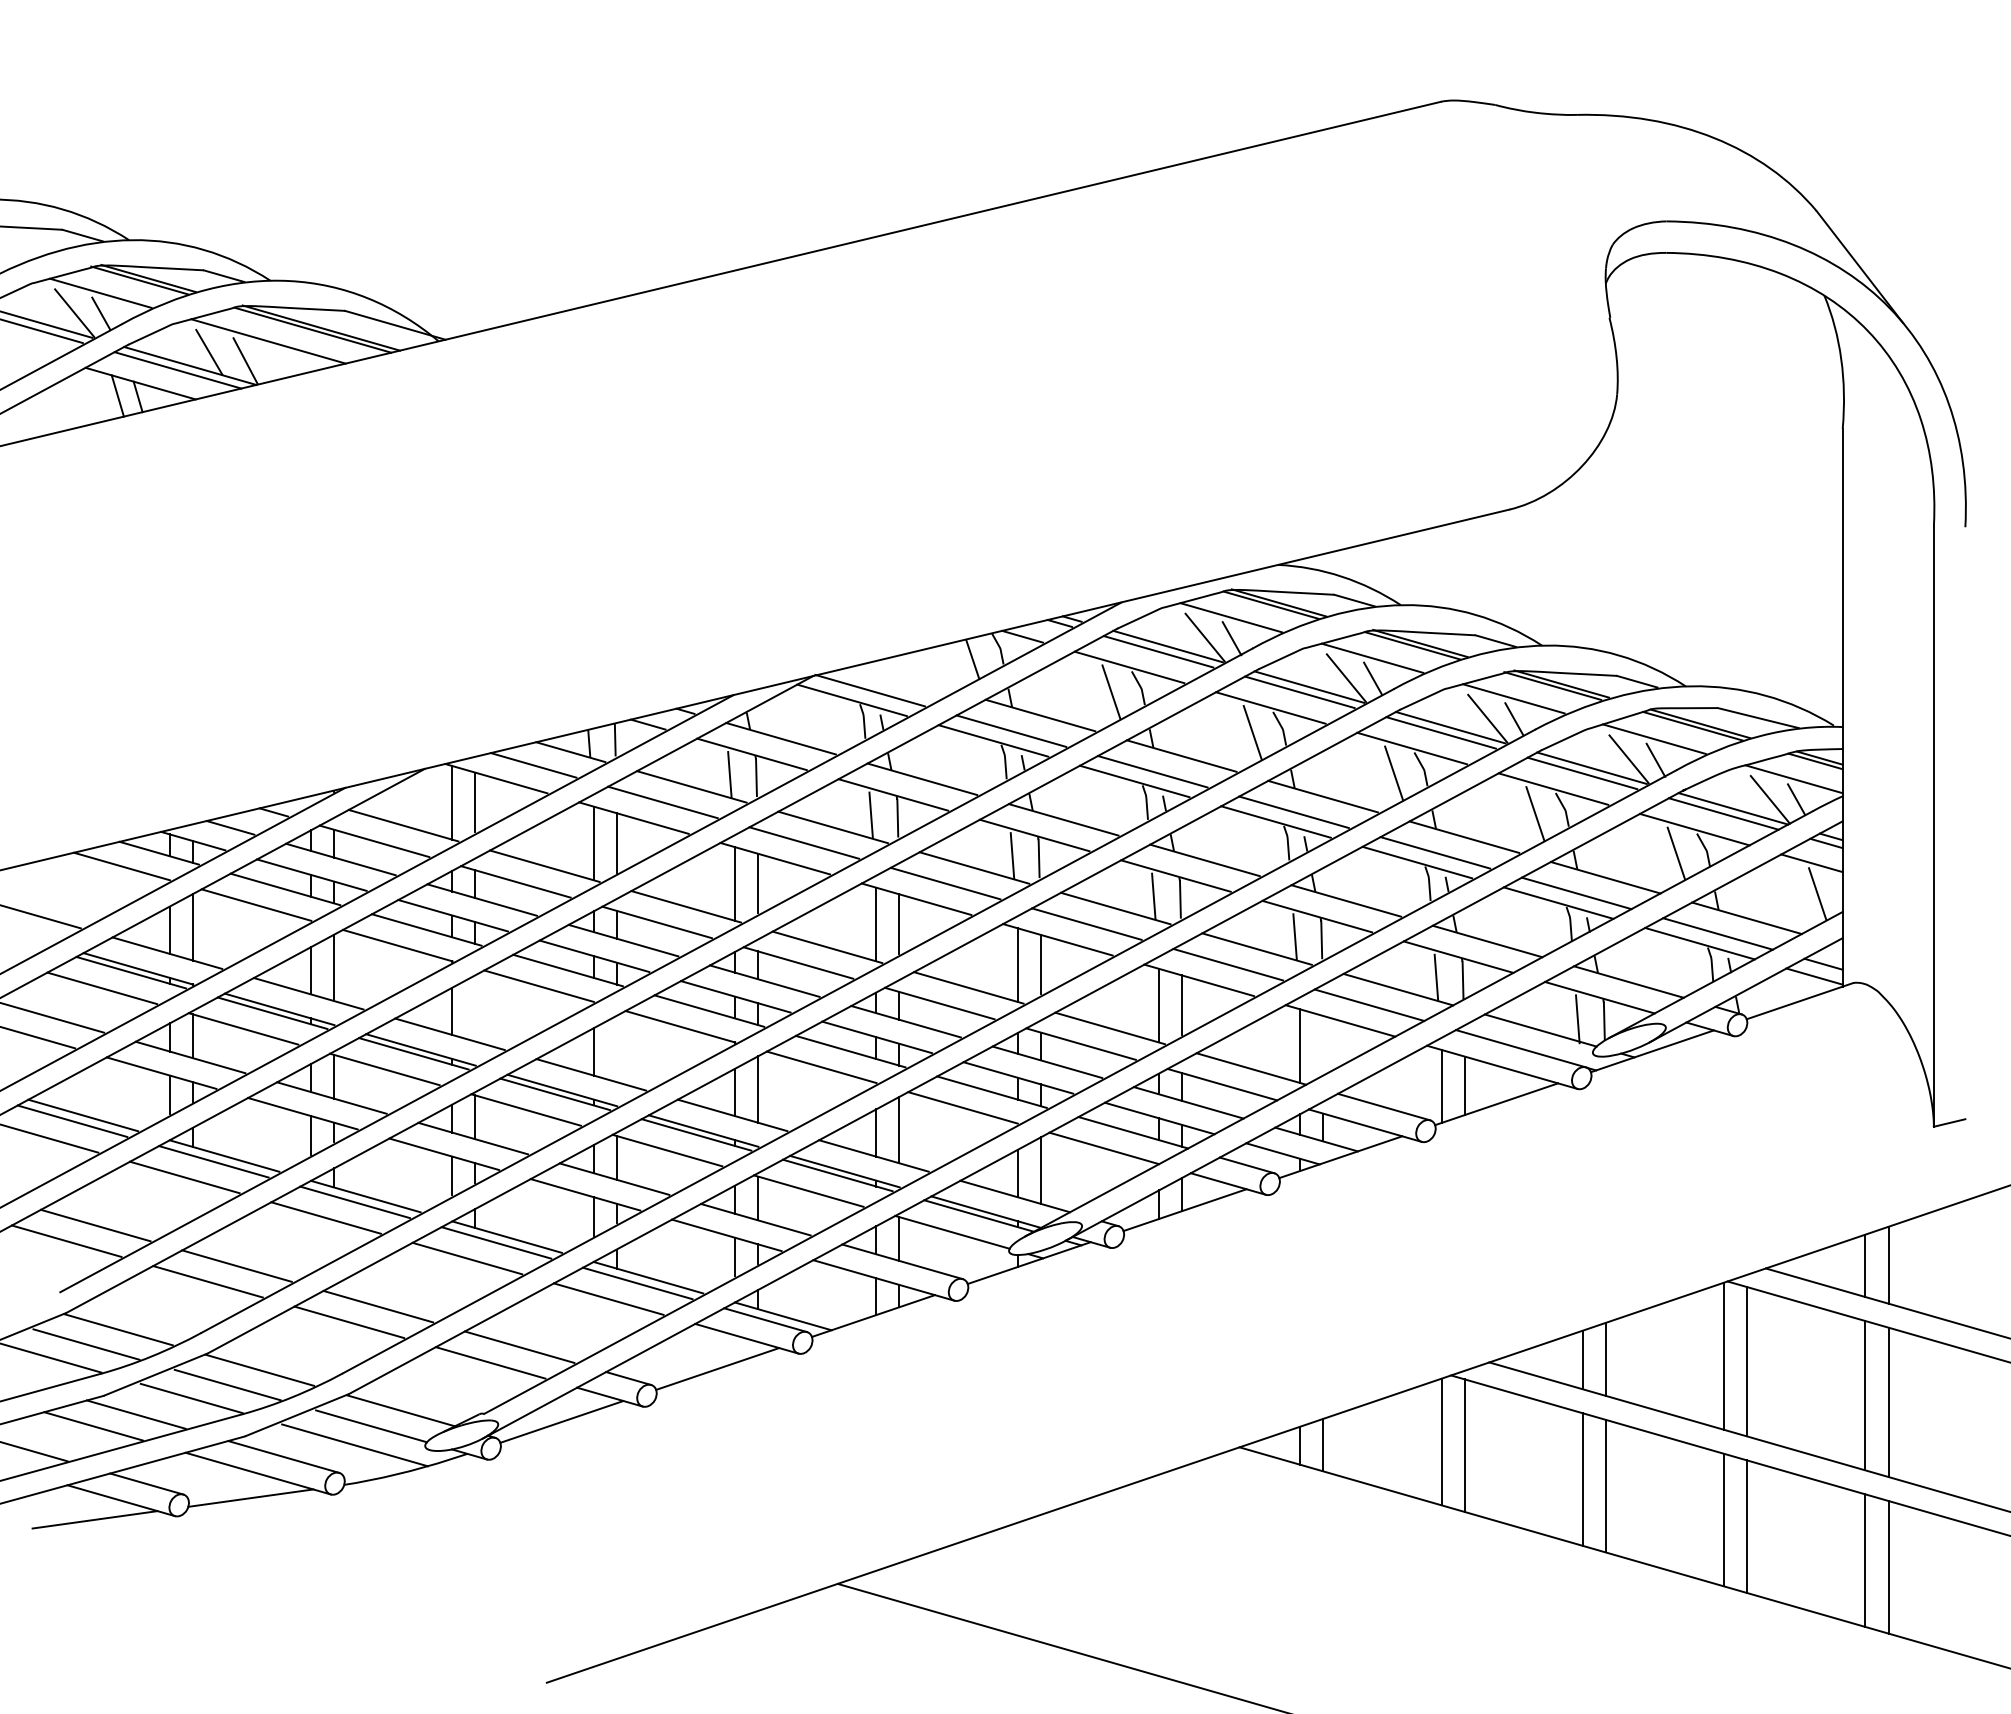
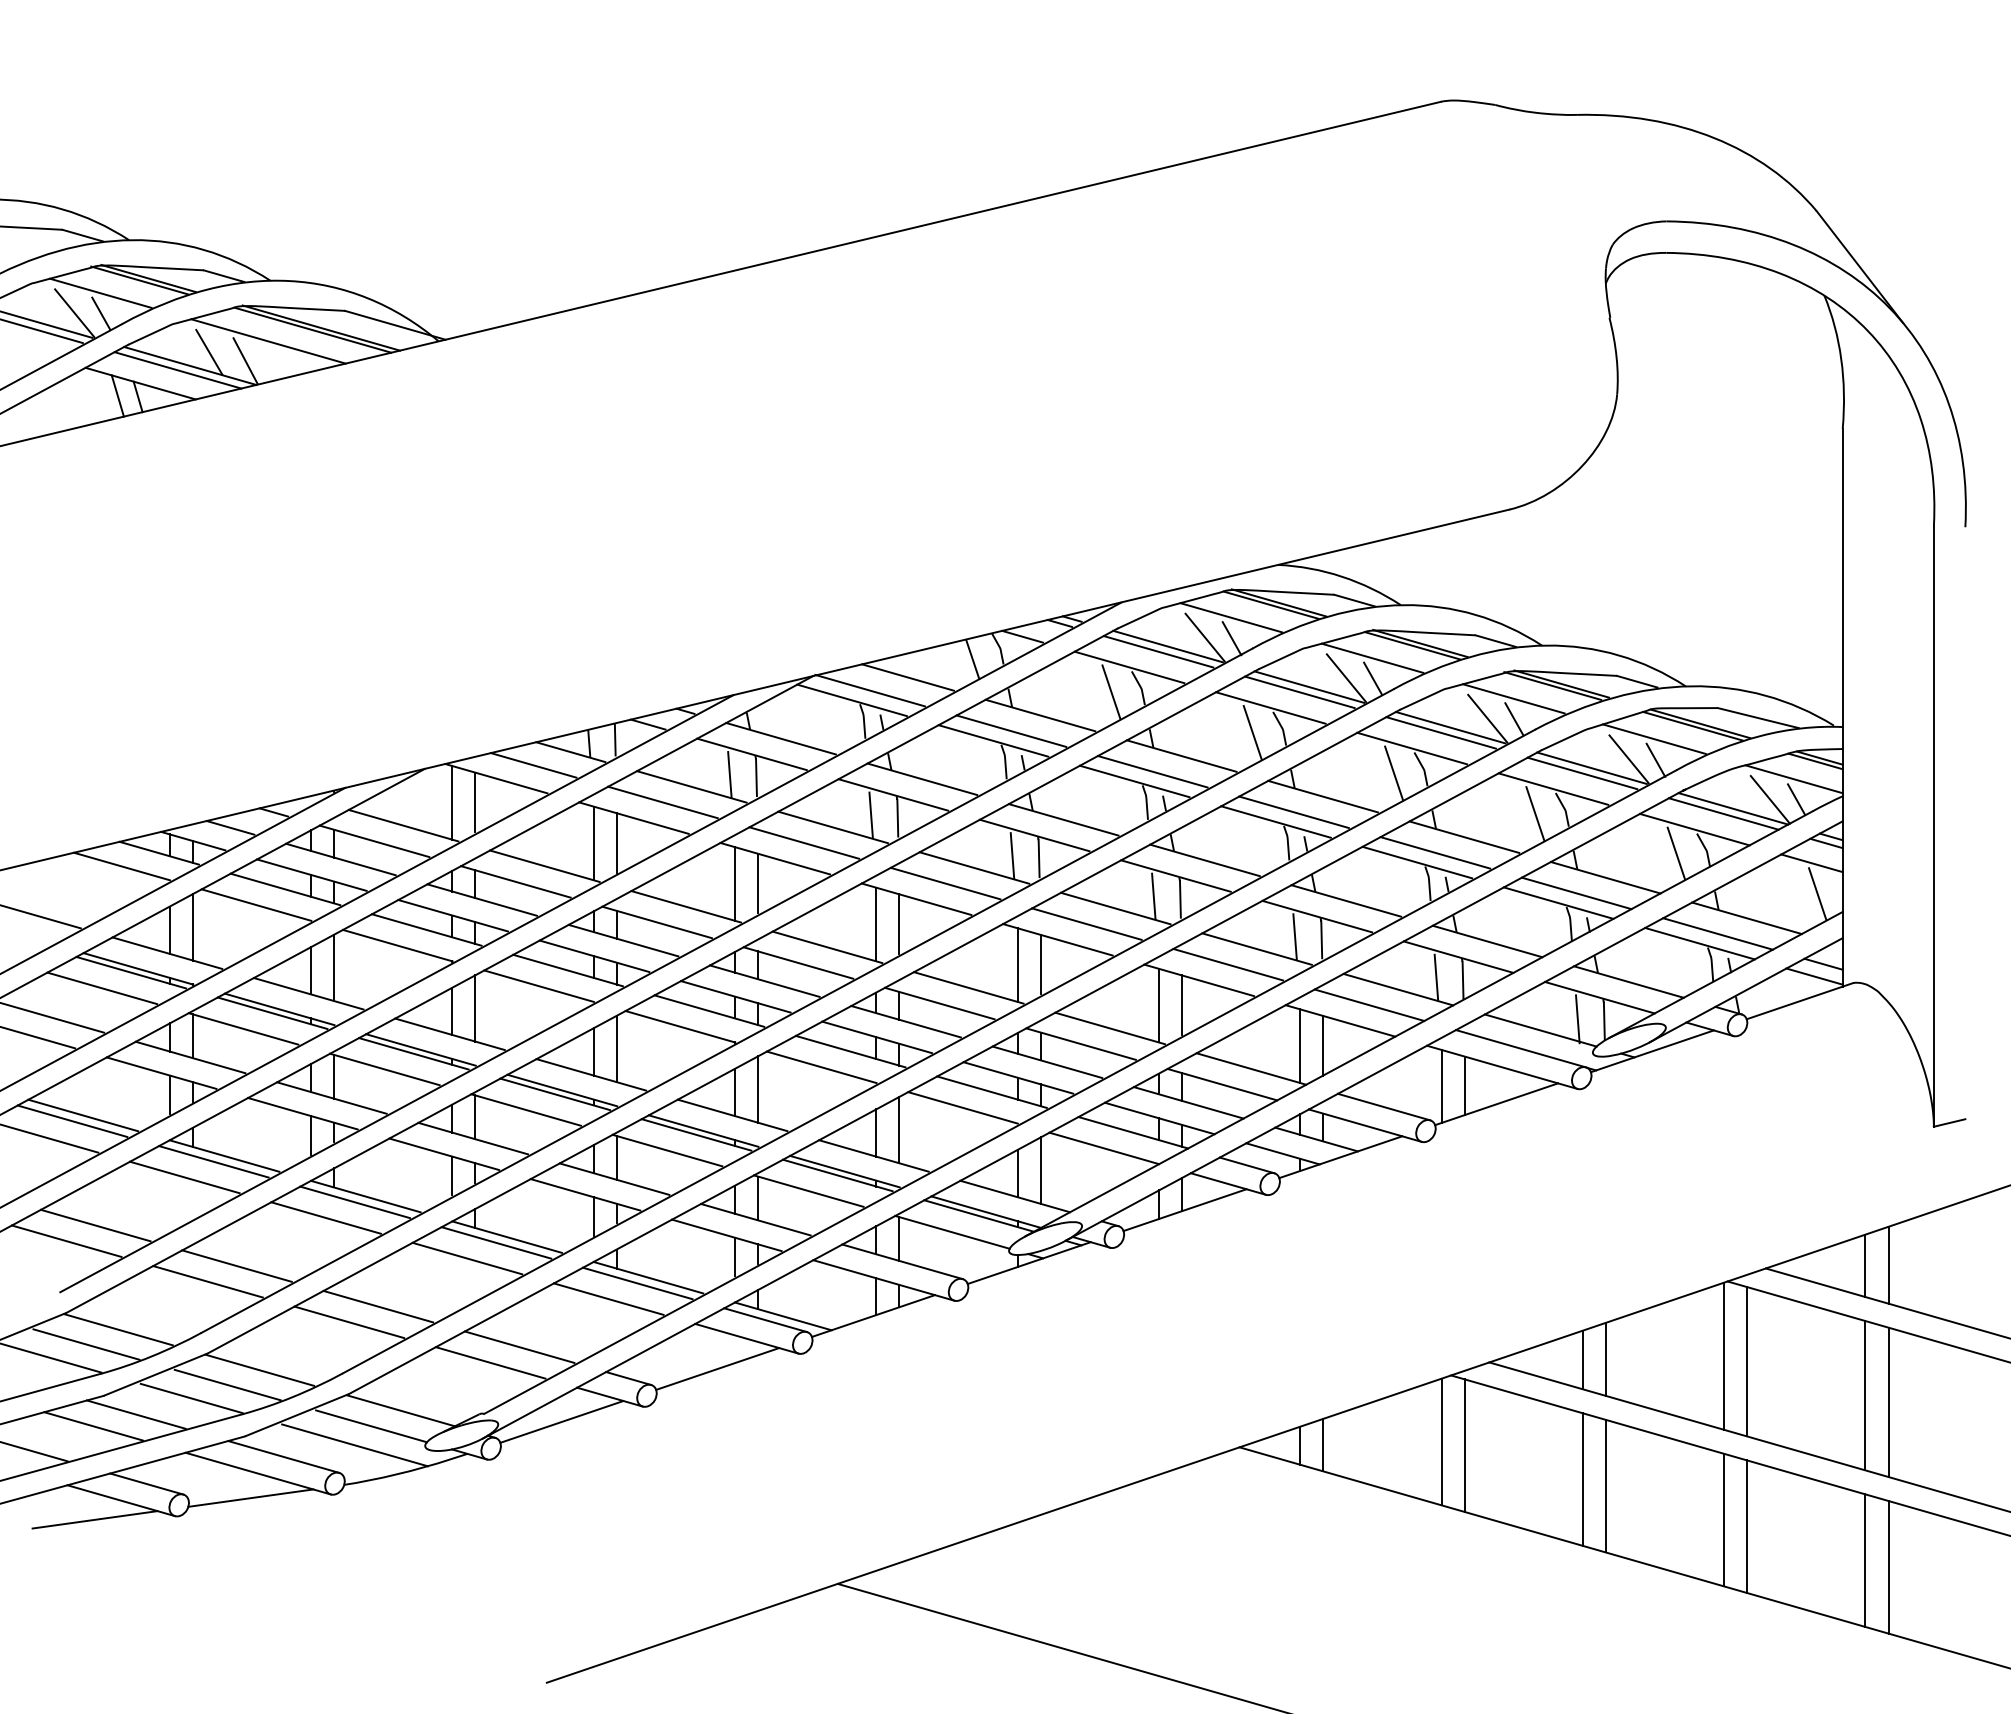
line at (907, 677): none -> present
line at (475, 1008): none -> present
line at (1323, 1045): none -> present
line at (616, 1048): none -> present
